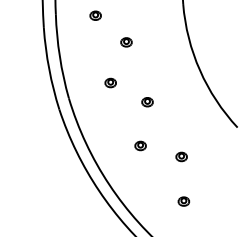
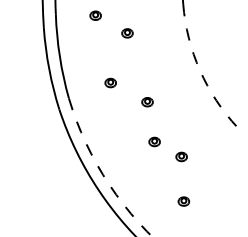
part at (126, 42) position: (126, 42) -> (127, 33)
arc at (199, 70): solid -> dashed
part at (140, 145) position: (140, 145) -> (154, 141)
arc at (101, 172): solid -> dashed
